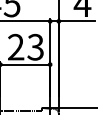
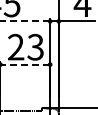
line at (25, 21): solid -> dashed
line at (25, 64): solid -> dashed
